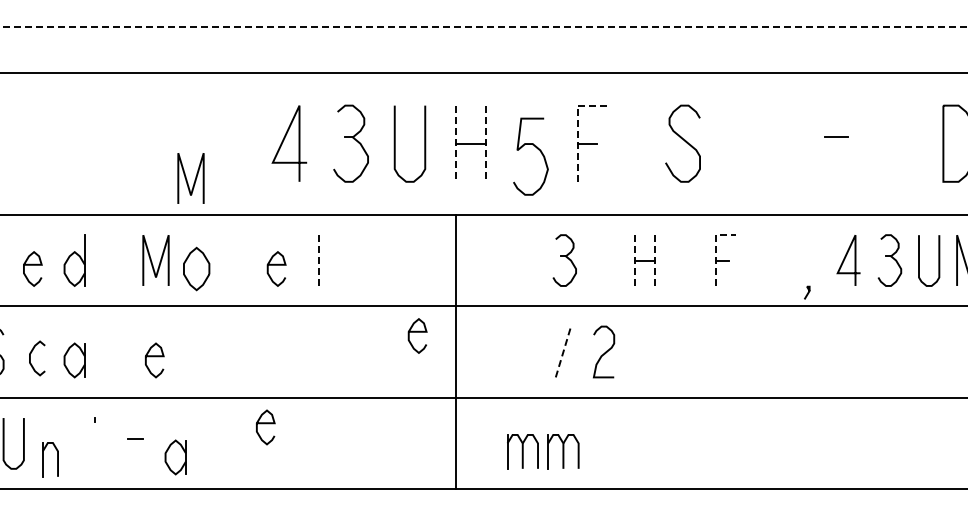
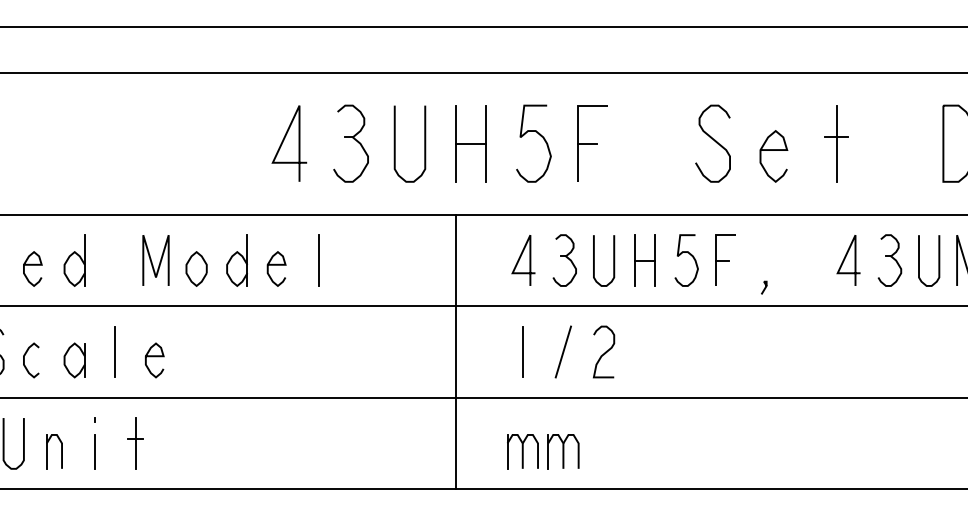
line at (484, 26): dashed -> solid
line at (577, 127): dashed -> solid
curve at (684, 141) position: (684, 141) -> (714, 141)
line at (836, 143): none -> present
line at (455, 144): dashed -> solid
line at (486, 144): dashed -> solid
curve at (537, 149) position: (537, 149) -> (540, 136)
curve at (773, 150): none -> present
line at (187, 179): present -> none
line at (715, 249): dashed -> solid
curve at (690, 255): none -> present
line at (520, 259): none -> present
part at (236, 260): none -> present
line at (318, 260): dashed -> solid
curve at (613, 260): none -> present
line at (634, 261): dashed -> solid
line at (654, 261): dashed -> solid
part at (196, 268) size: 28x46 px -> 23x36 px
line at (807, 292) position: (807, 292) -> (764, 287)
curve at (417, 332): present -> none
line at (115, 351): none -> present
line at (522, 351): none -> present
line at (563, 352): dashed -> solid
curve at (30, 358) position: (30, 358) -> (24, 360)
curve at (265, 424): present -> none
line at (135, 443): none -> present
line at (95, 451): none -> present
part at (175, 457): present -> none
part at (43, 459) position: (43, 459) -> (47, 451)
